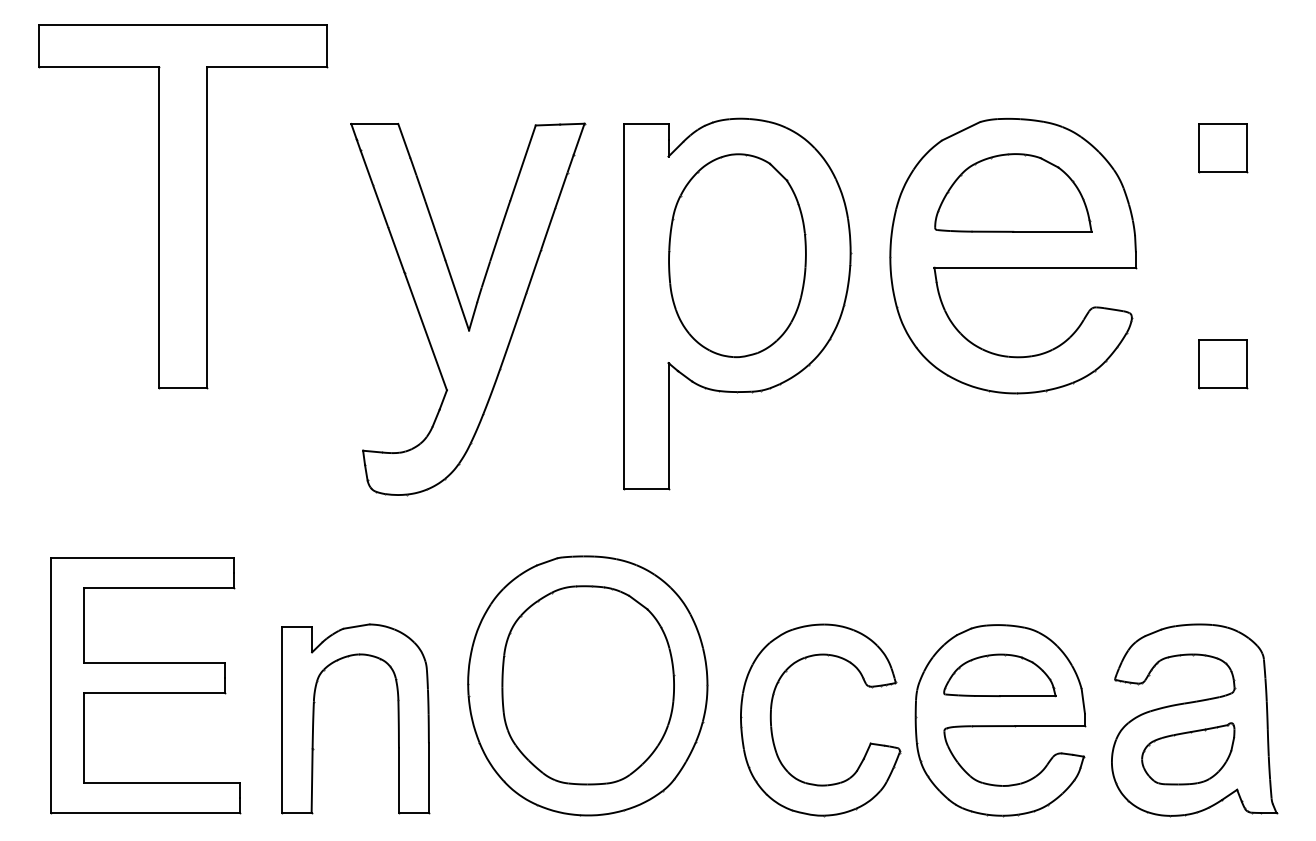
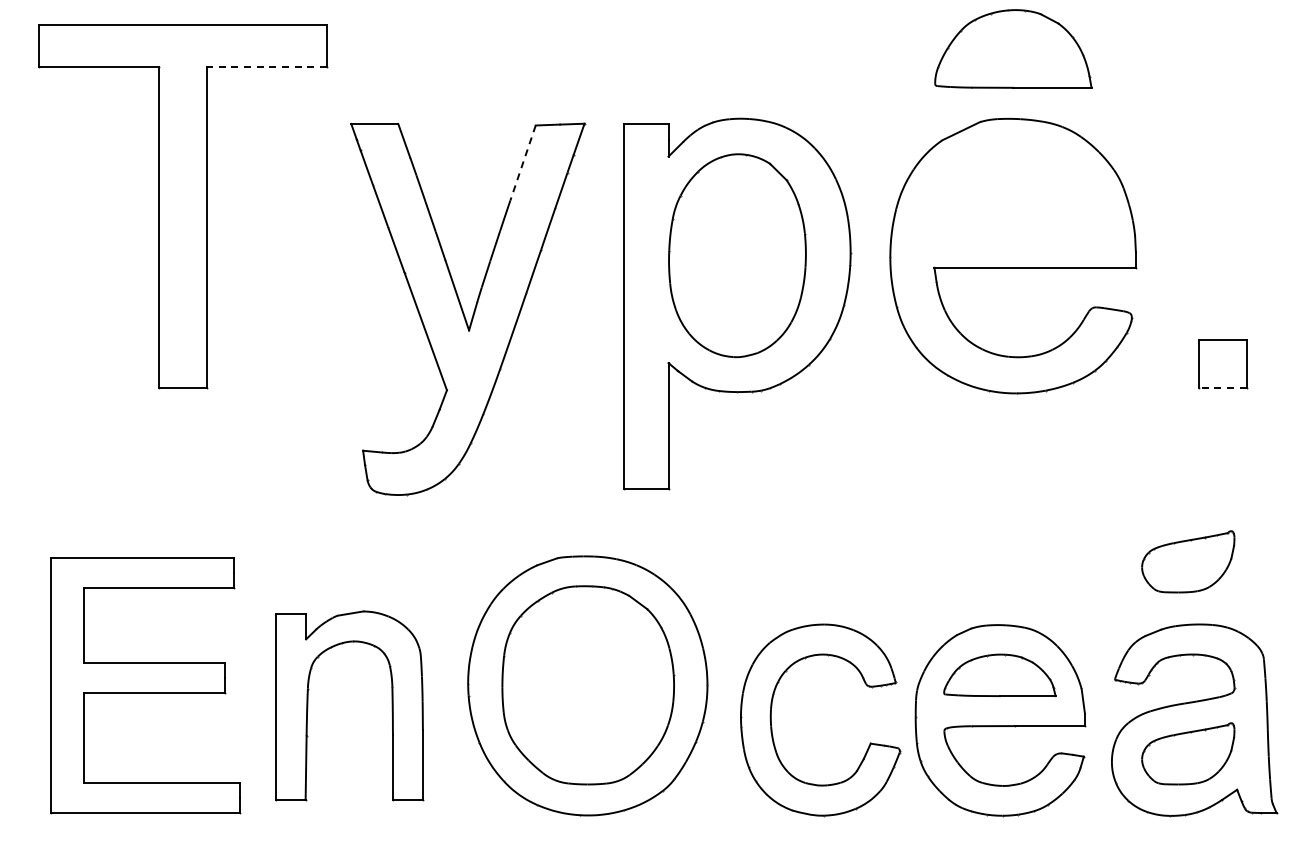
line at (267, 67): solid -> dashed
part at (1223, 148): present -> none
line at (523, 162): solid -> dashed
part at (1013, 192) position: (1013, 192) -> (1013, 48)
line at (1222, 387): solid -> dashed
part at (1188, 561): none -> present
part at (314, 718) position: (314, 718) -> (308, 705)
